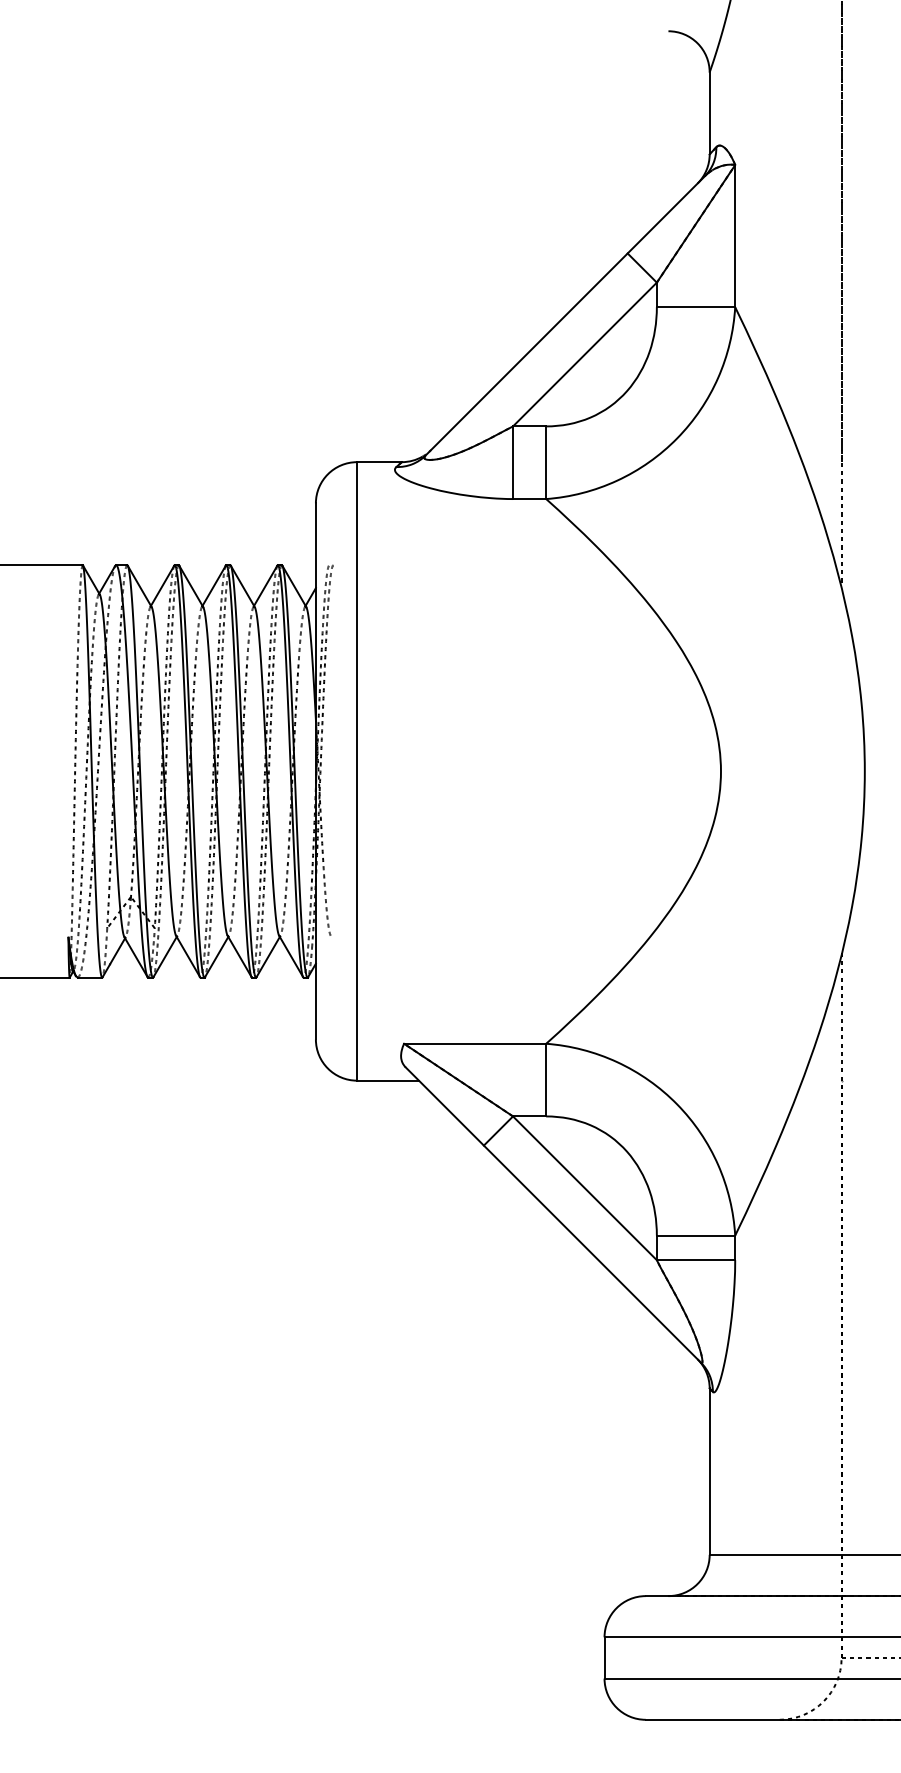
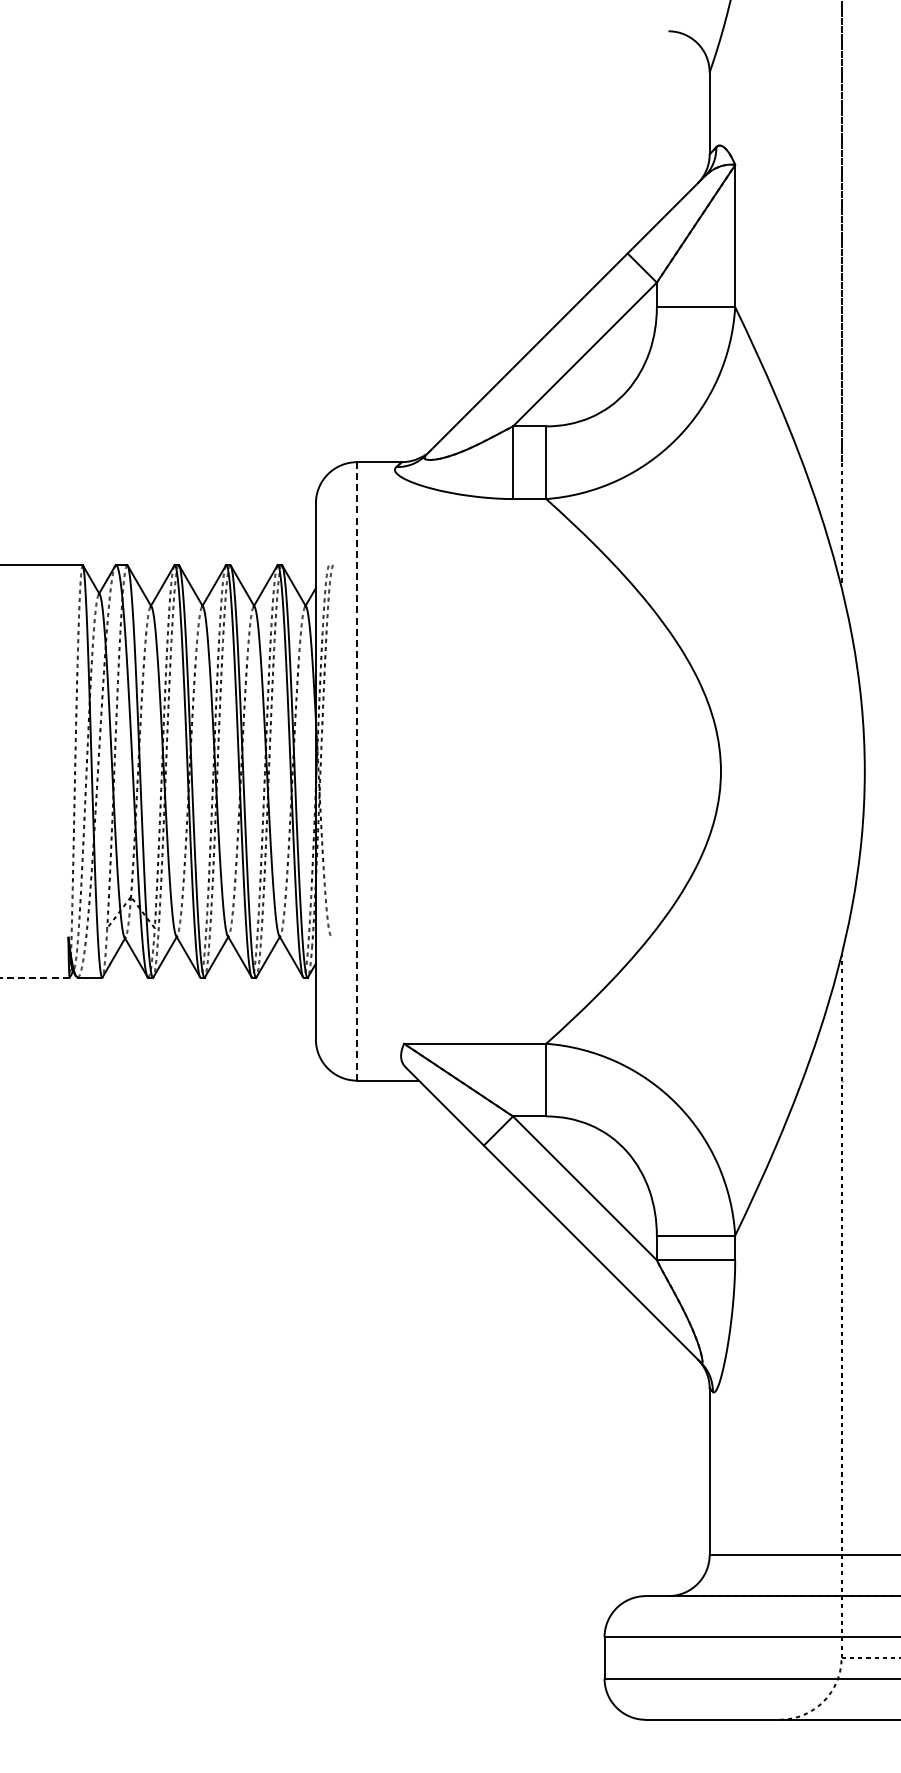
line at (357, 770): solid -> dashed
line at (34, 977): solid -> dashed
